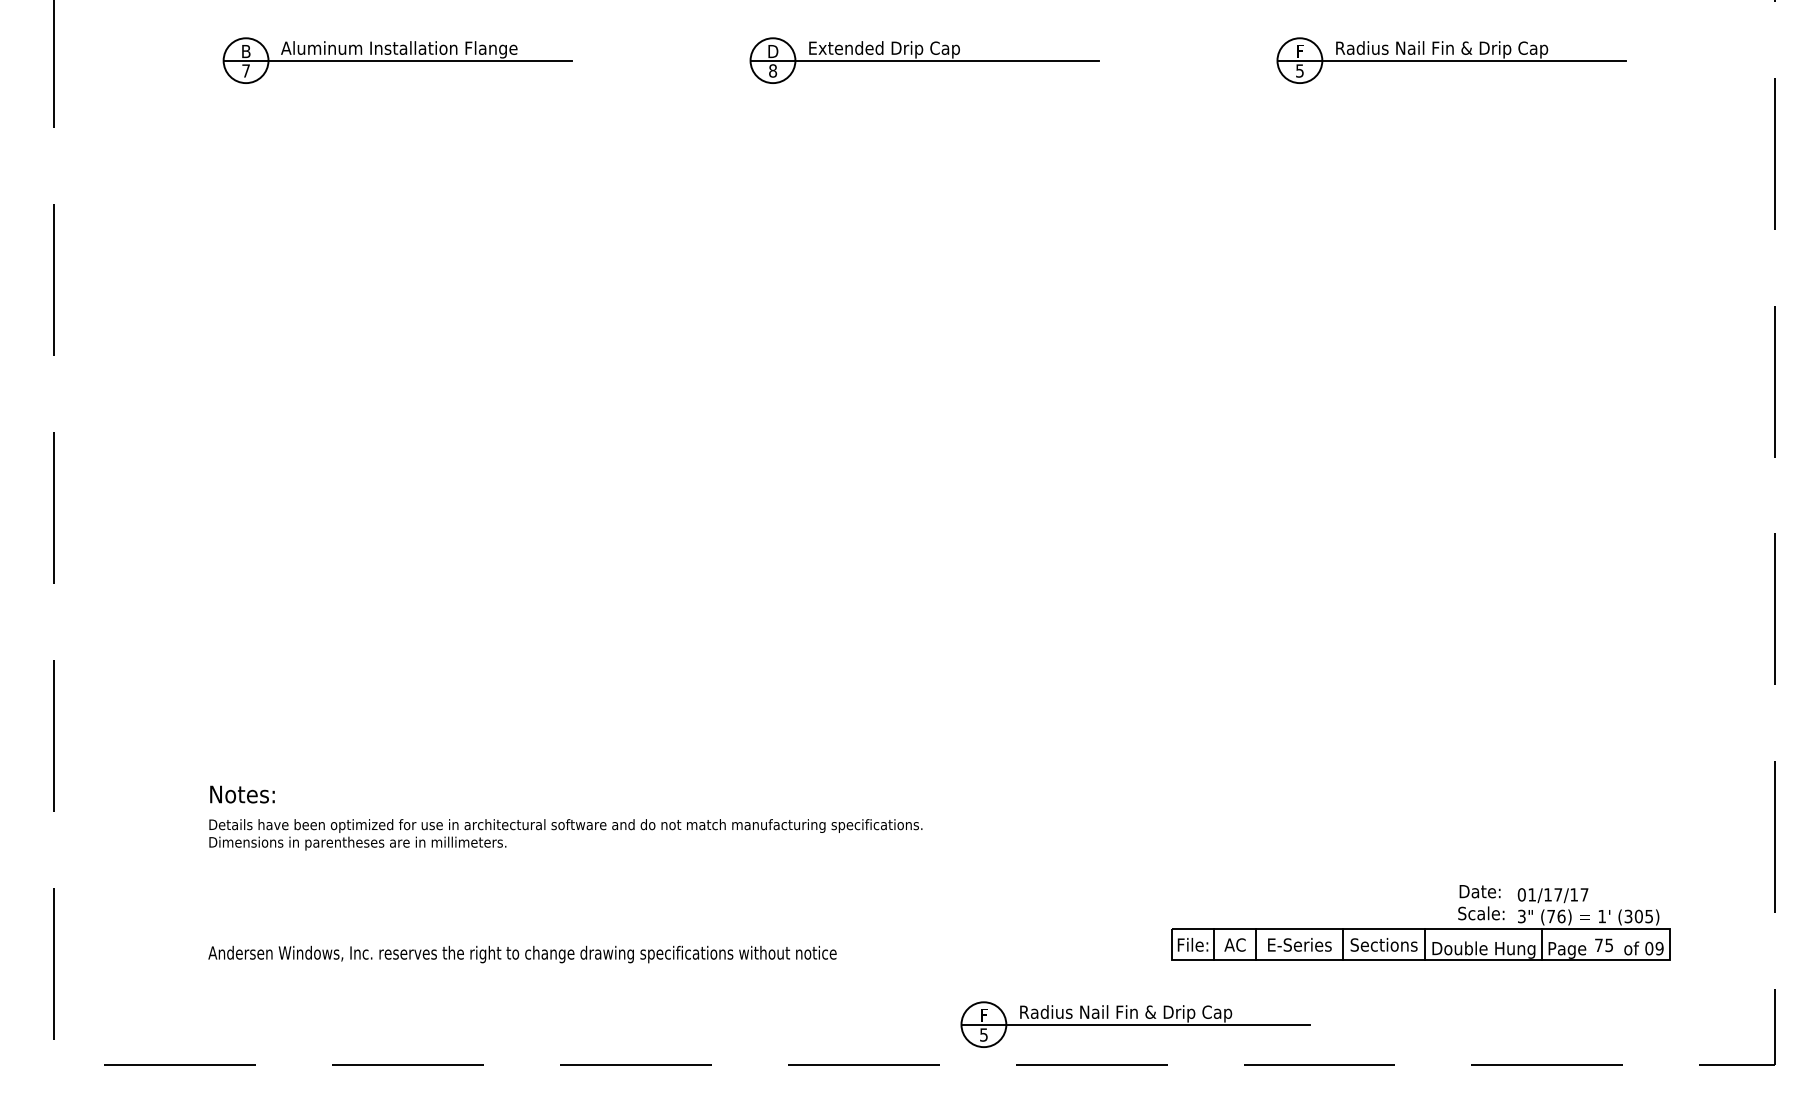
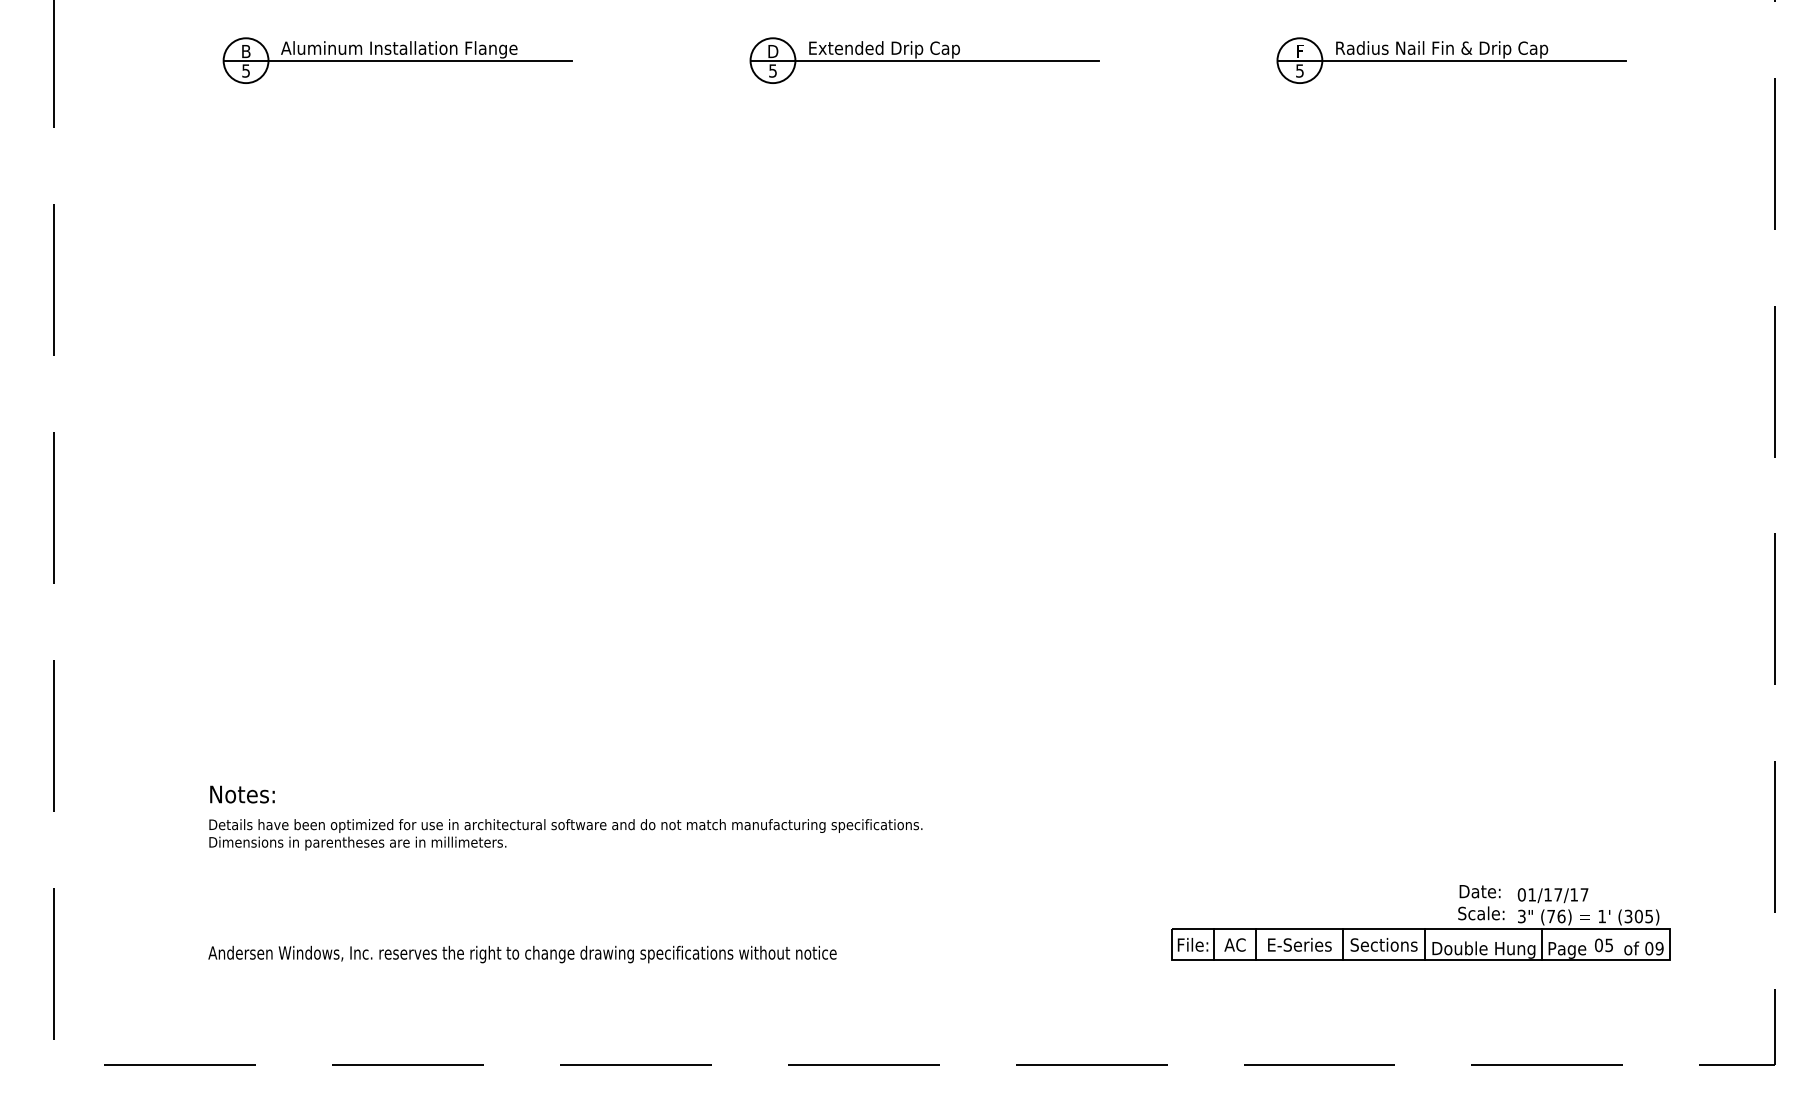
text at (245, 70): 7 -> 5
text at (773, 70): 8 -> 5
text at (1598, 945): 75 -> 05
part at (1135, 1024): present -> none
